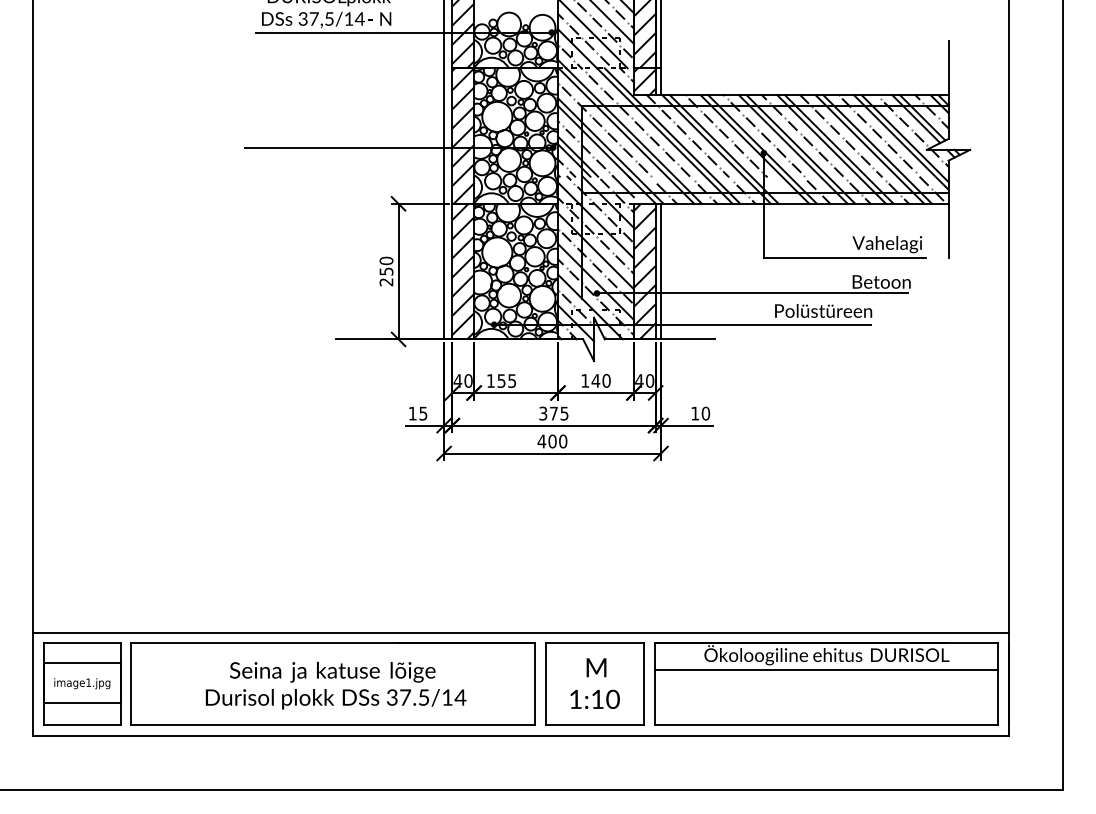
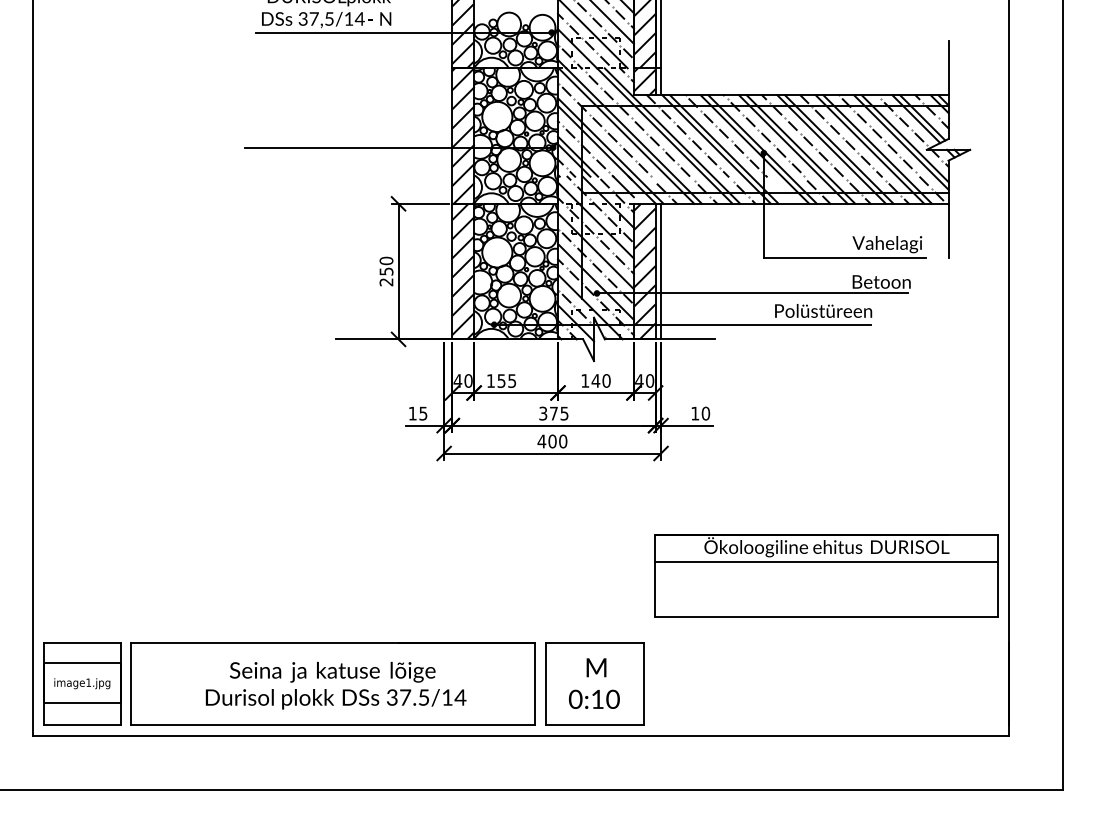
line at (444, 170): present -> none
line at (520, 632): present -> none
part at (826, 683) position: (826, 683) -> (826, 575)
text at (575, 698): 1:10 -> 0:10
